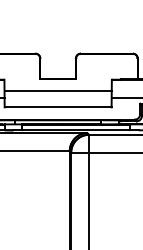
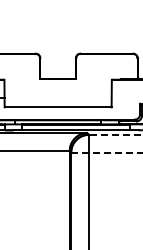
line at (57, 91): present -> none
line at (125, 97): present -> none
line at (116, 134): solid -> dashed
line at (107, 152): solid -> dashed
